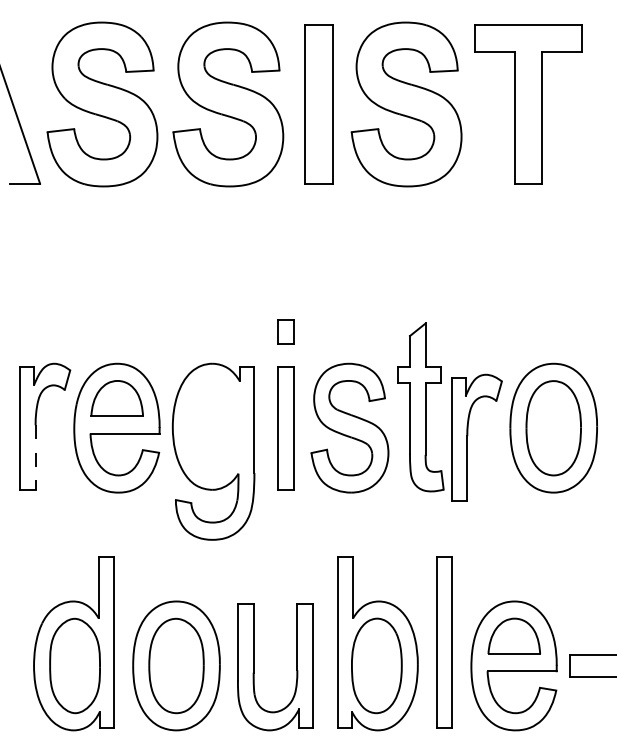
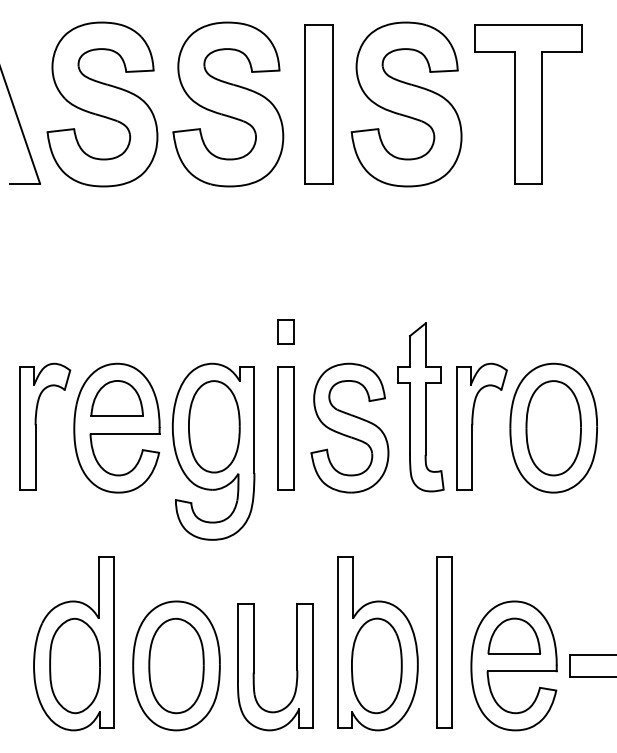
part at (214, 426): none -> present
part at (468, 435) position: (468, 435) -> (473, 424)
line at (35, 458): dashed -> solid
